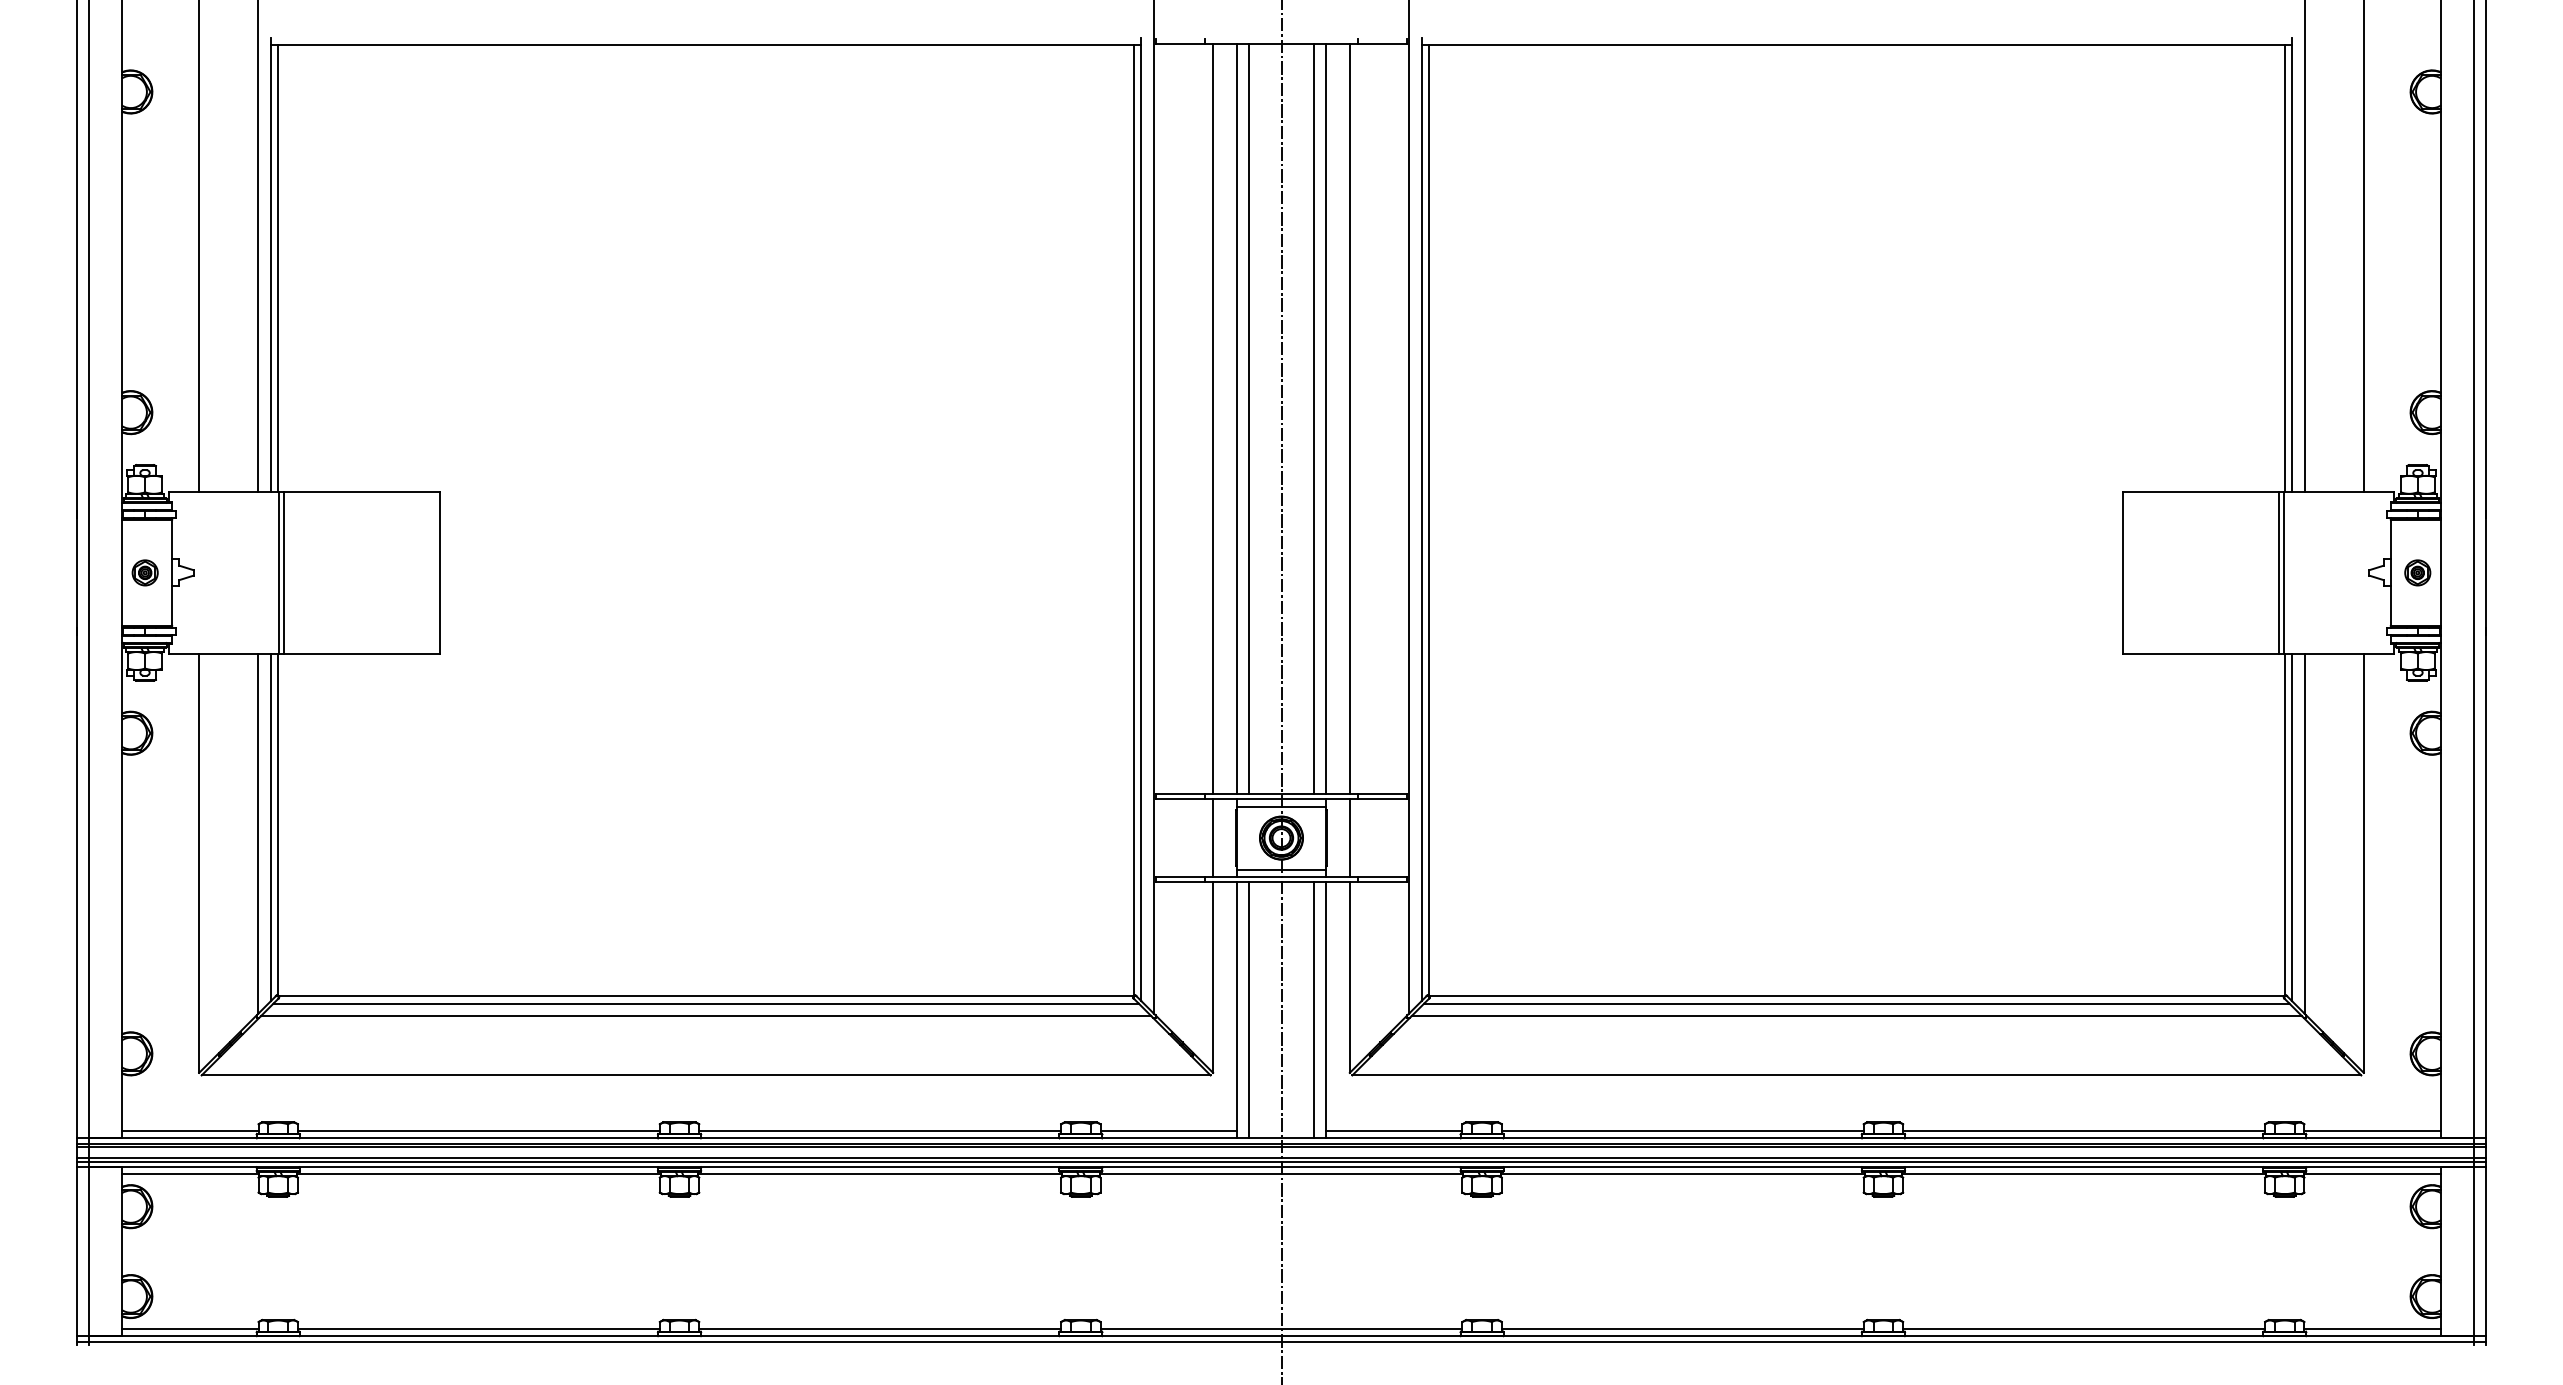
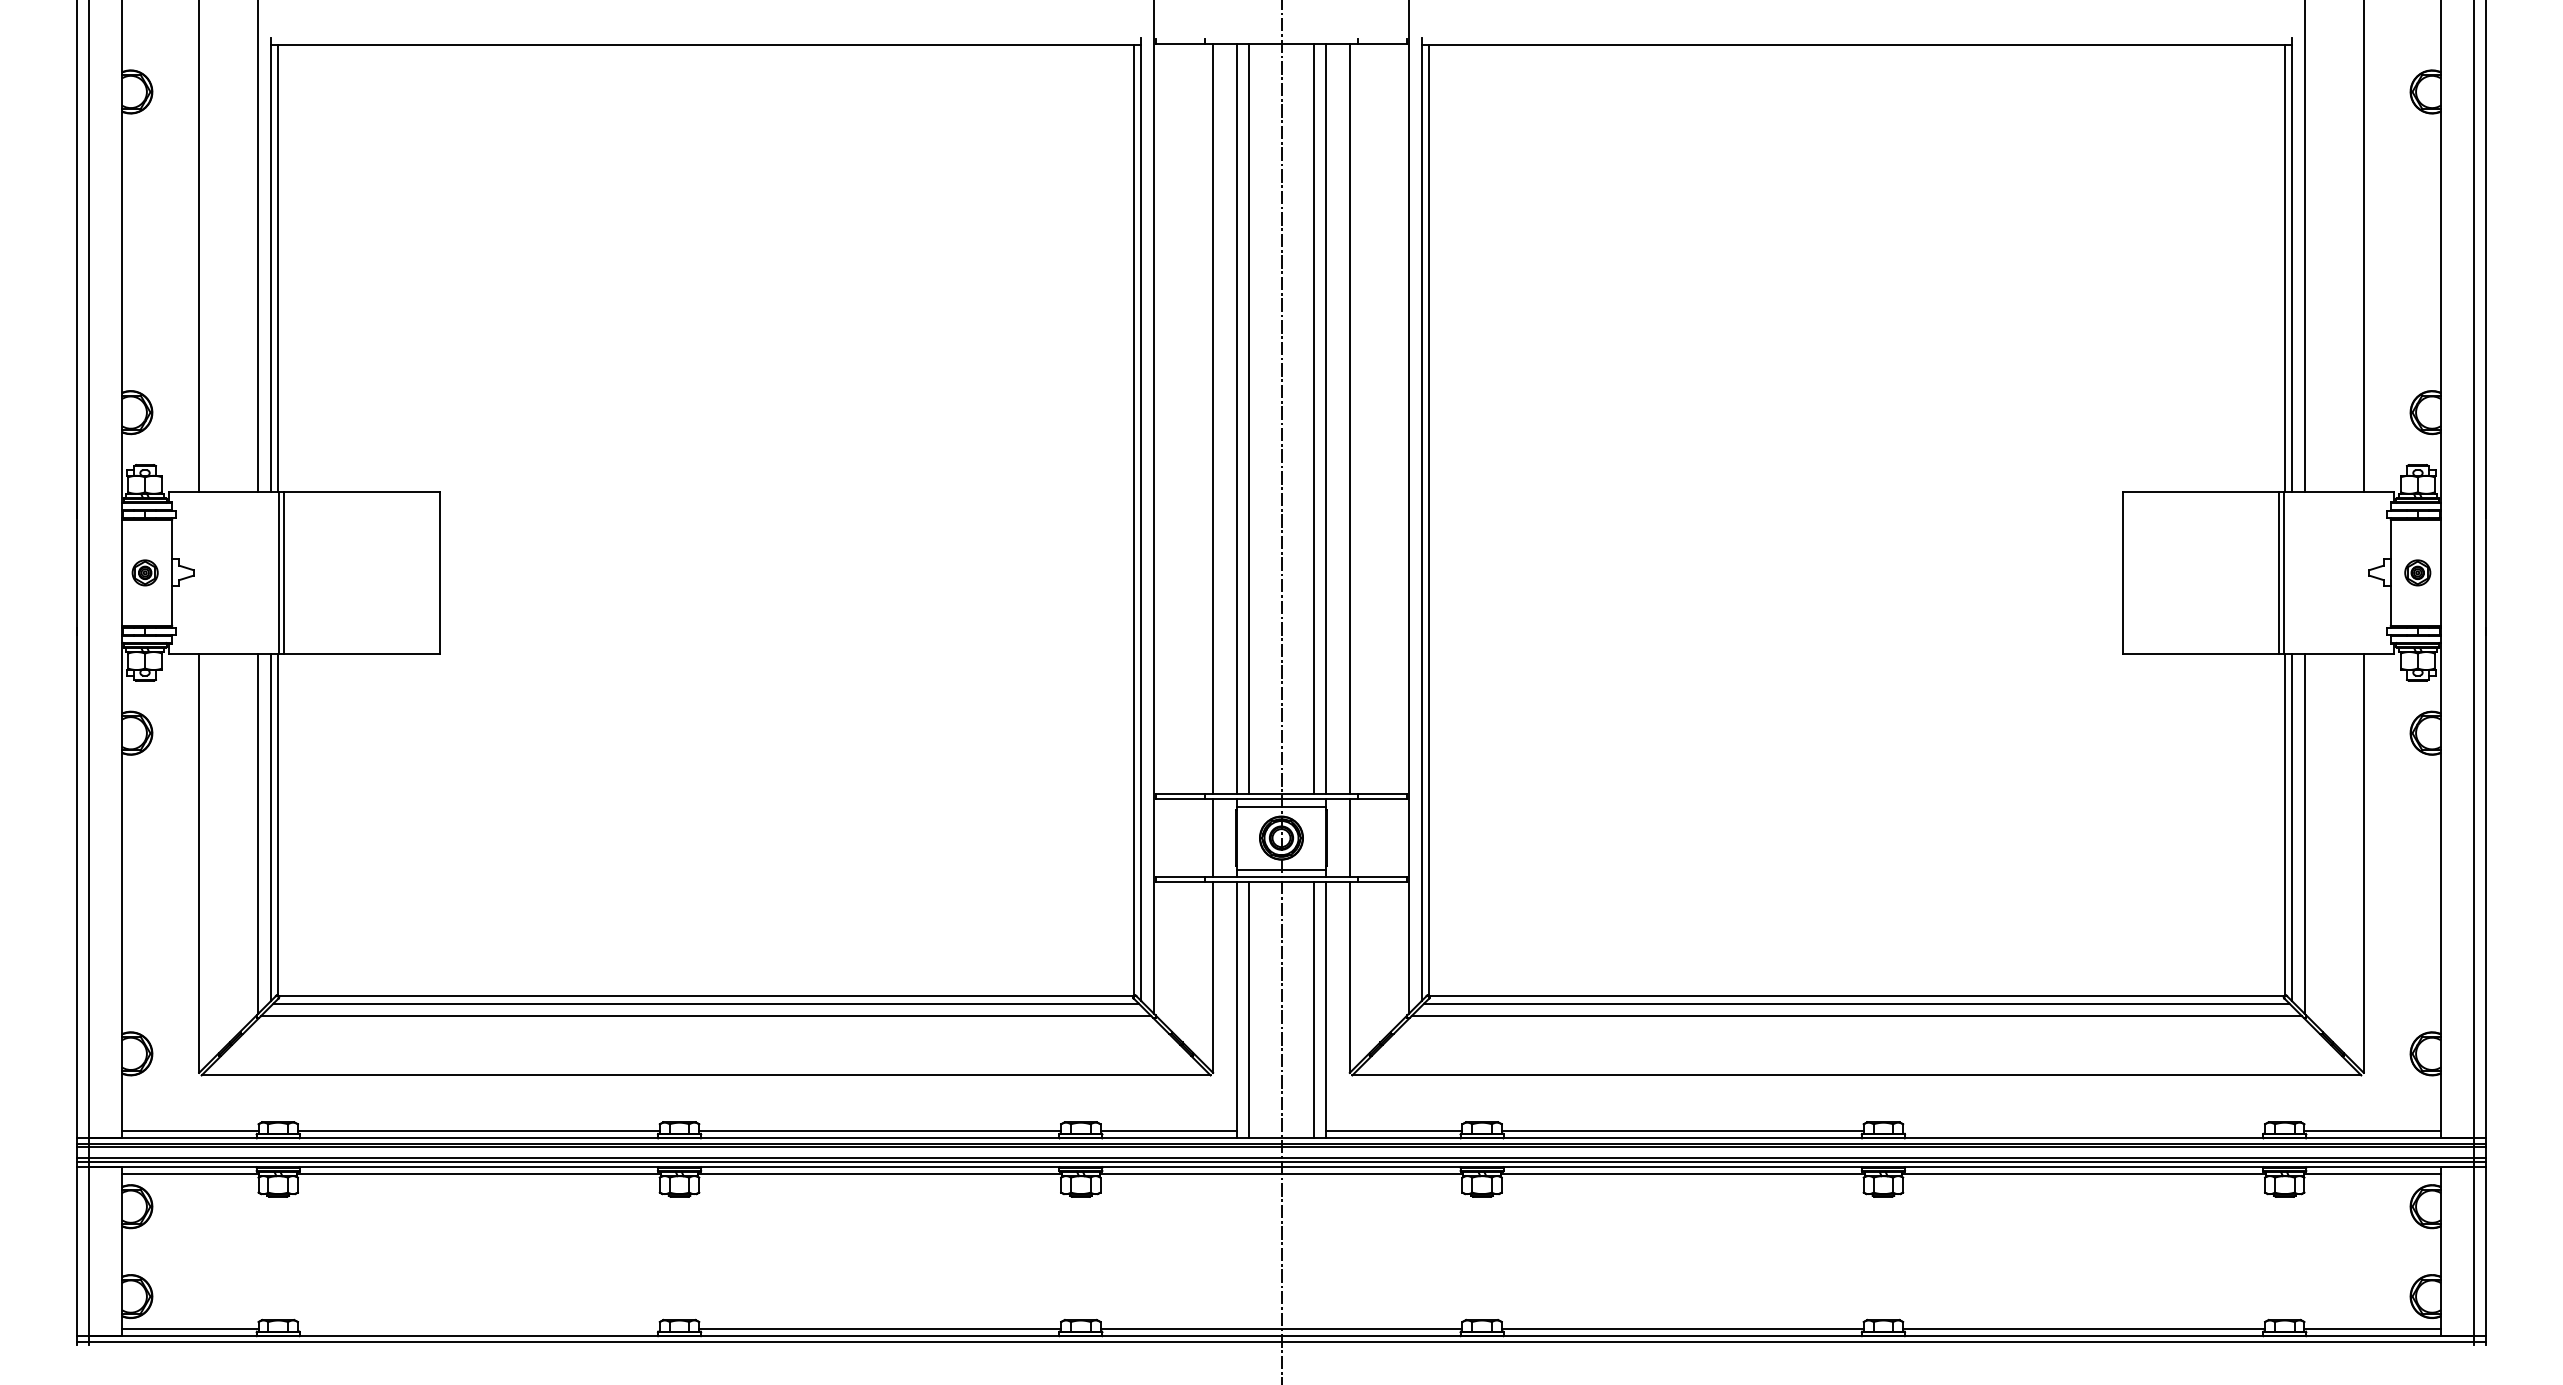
line at (2084, 1131): present -> none
line at (478, 1328): present -> none
